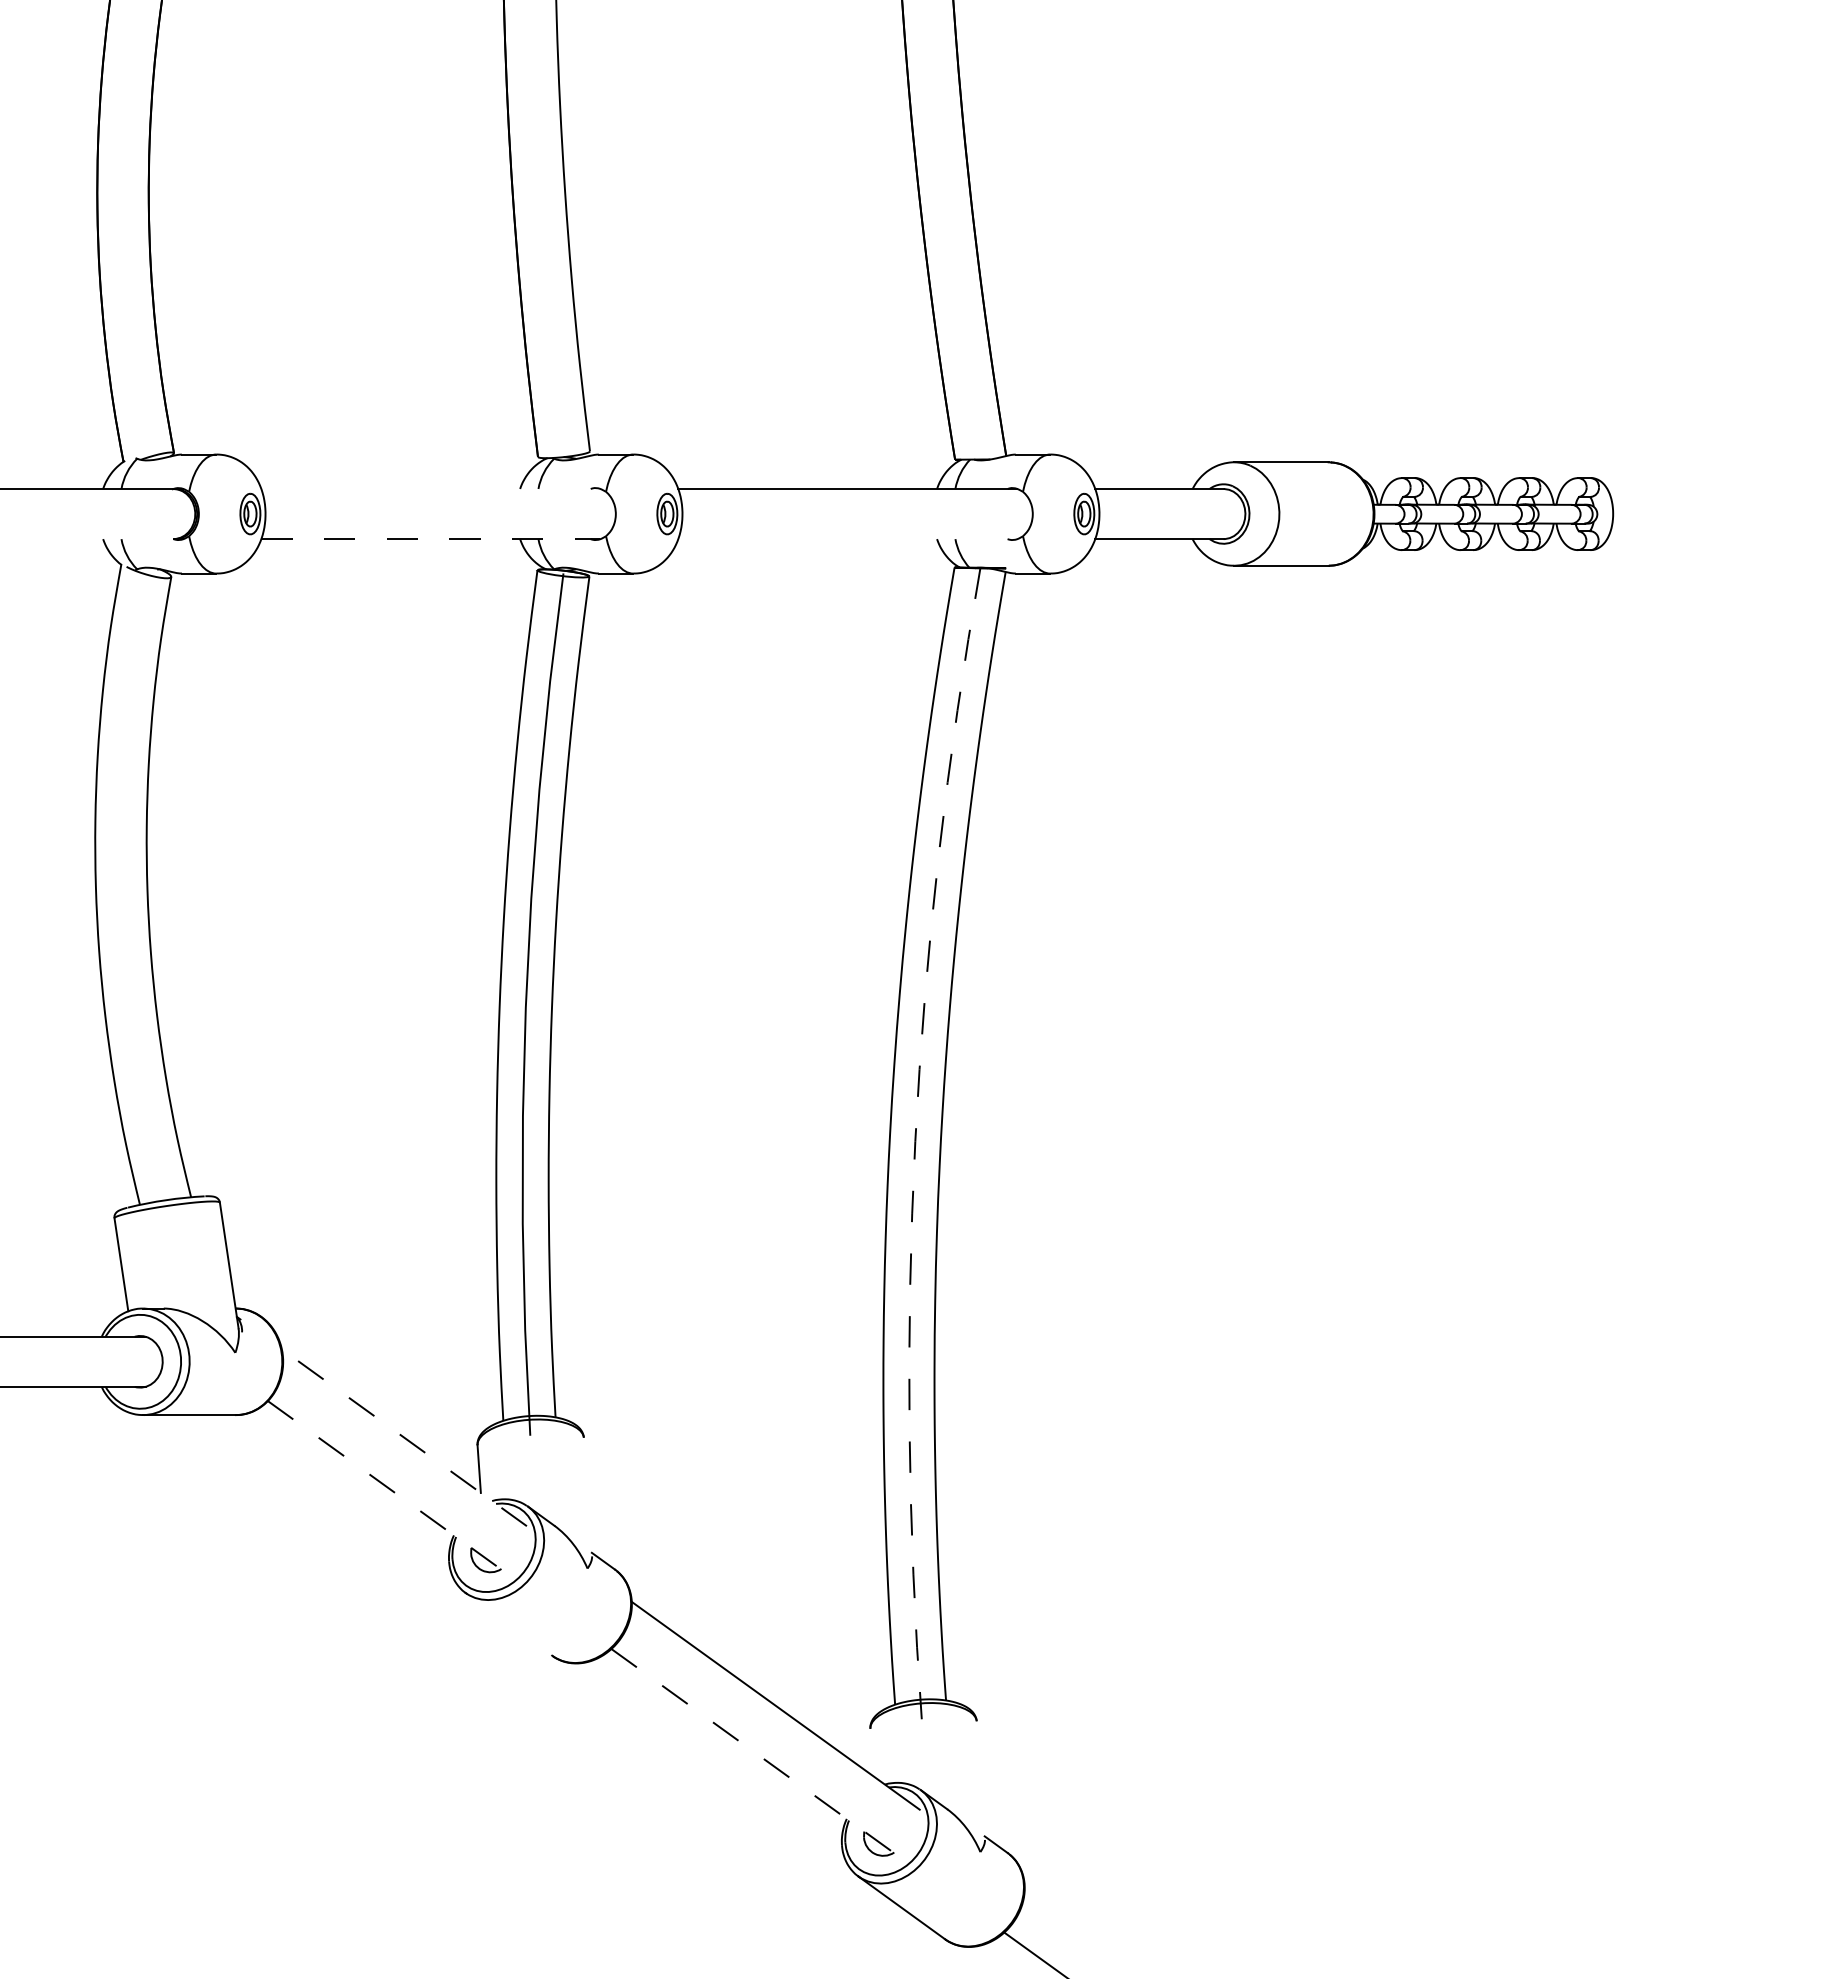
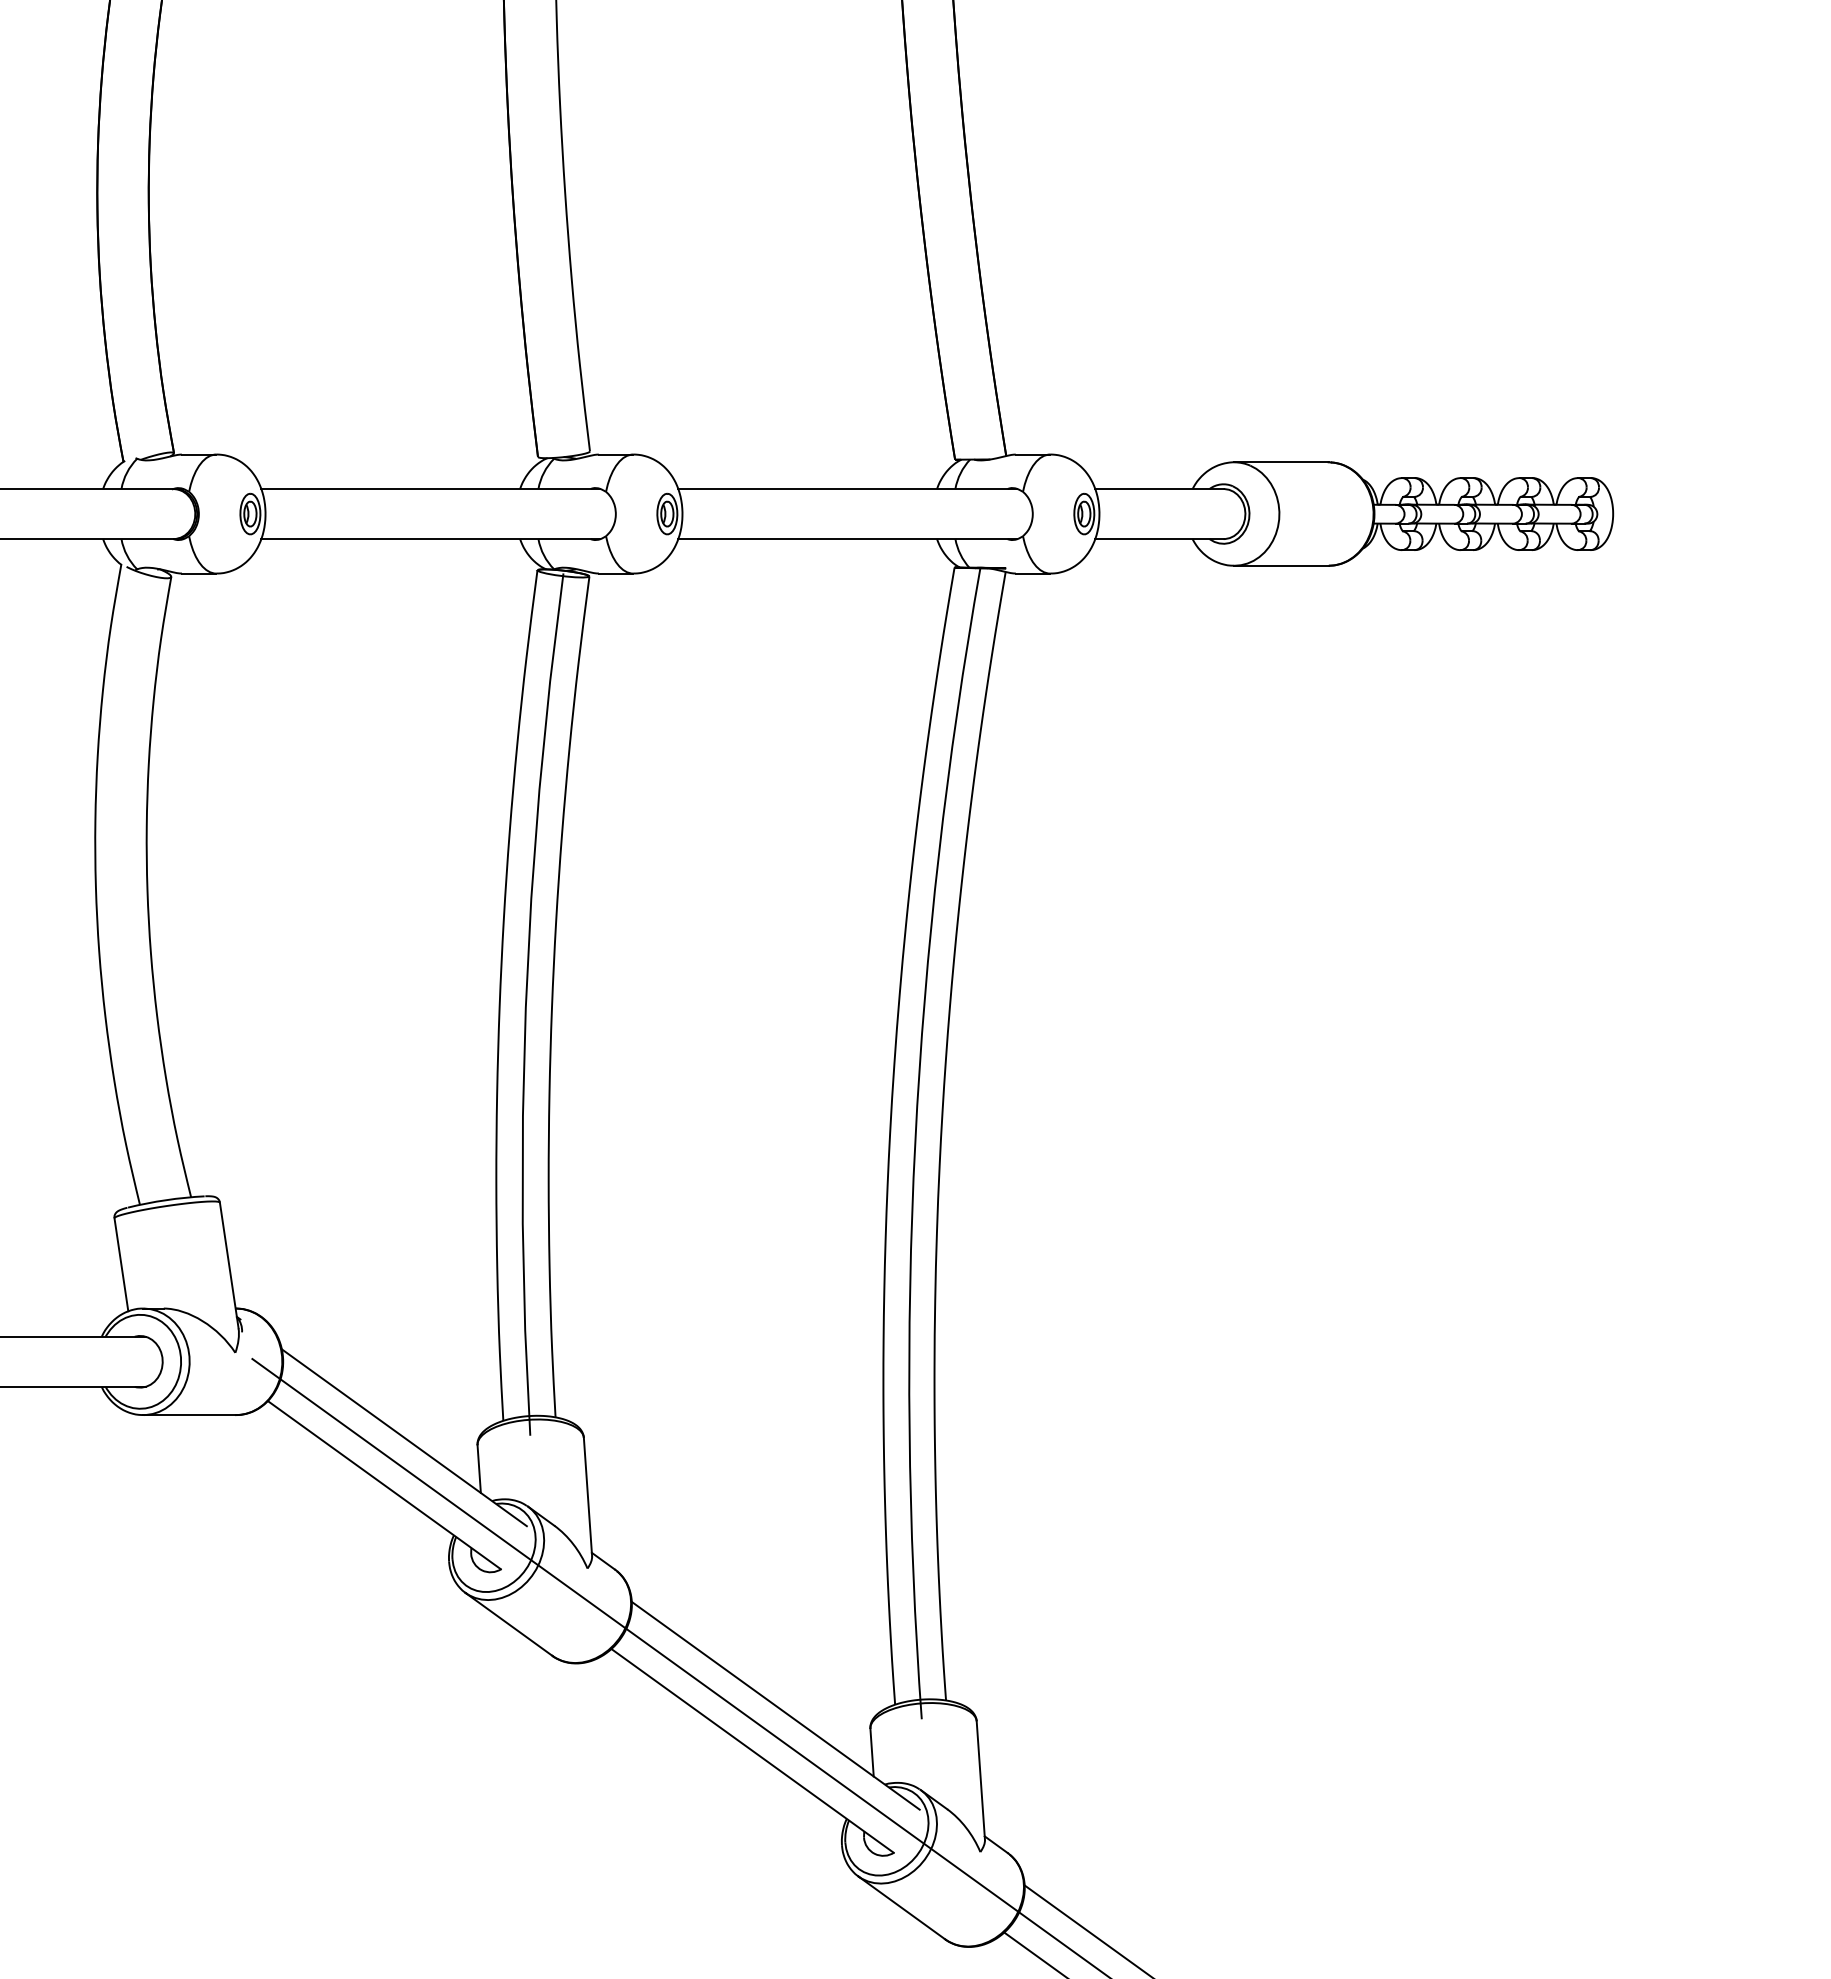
line at (430, 488): none -> present
line at (88, 539): none -> present
line at (430, 539): dashed -> solid
line at (847, 539): none -> present
arc at (915, 1141): dashed -> solid
line at (403, 1437): dashed -> solid
line at (384, 1485): dashed -> solid
line at (587, 1496): none -> present
line at (508, 1624): none -> present
line at (678, 1666): none -> present
line at (752, 1751): dashed -> solid
line at (871, 1752): none -> present
line at (980, 1780): none -> present
line at (1086, 1930): none -> present
